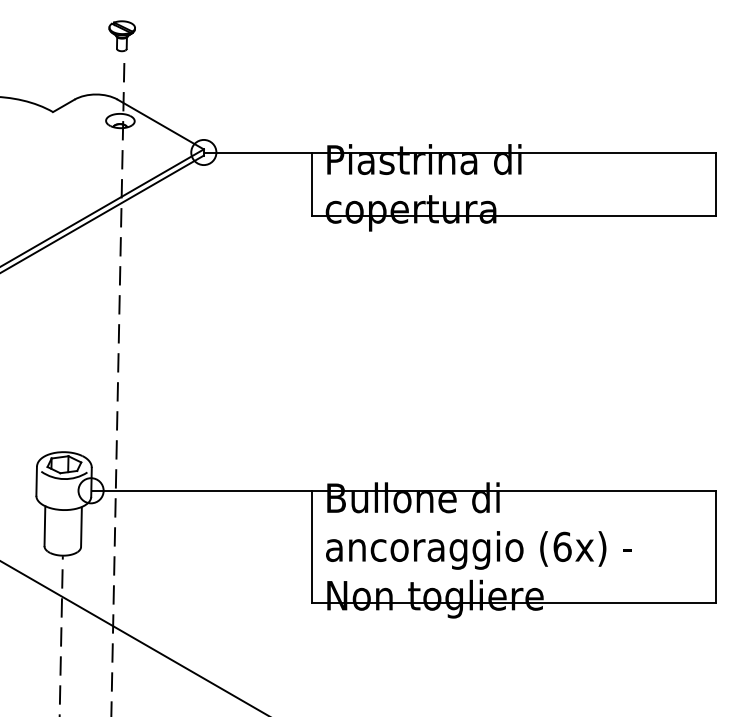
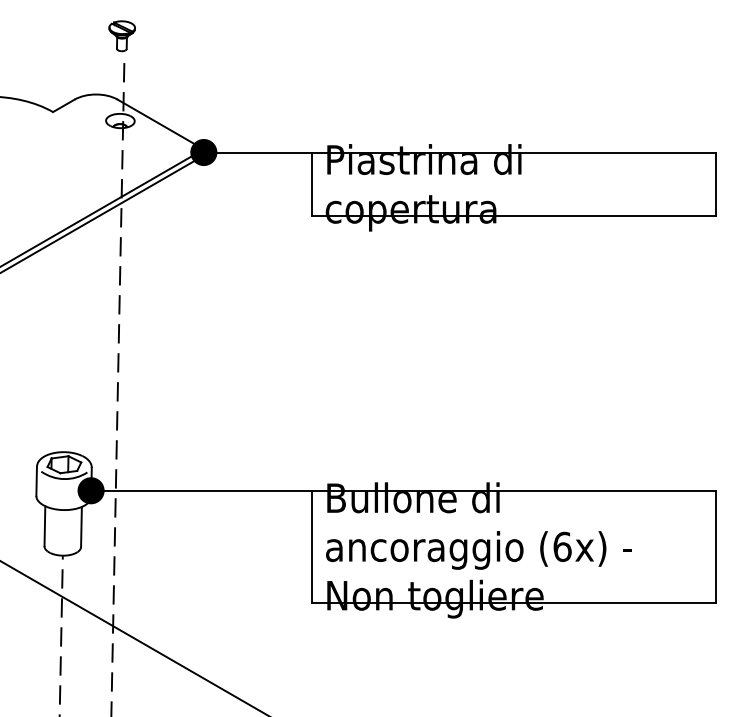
fill at (203, 152): none -> present
fill at (90, 490): none -> present
